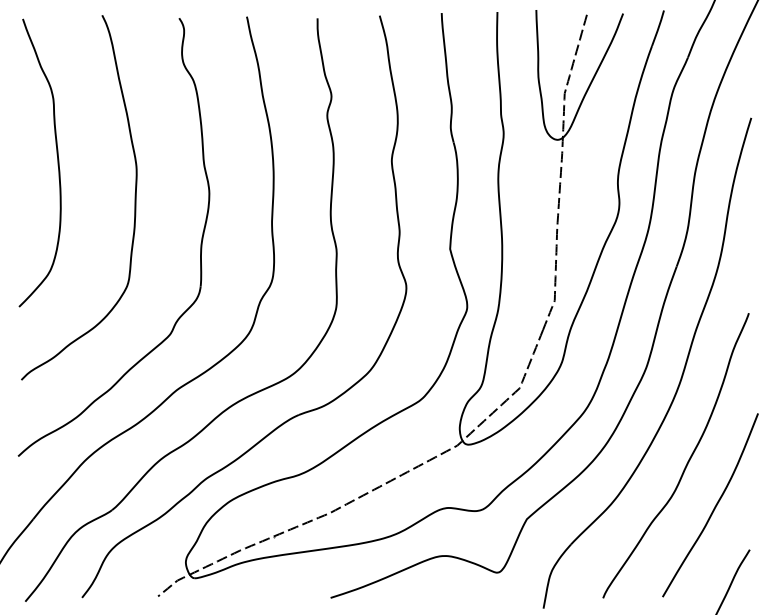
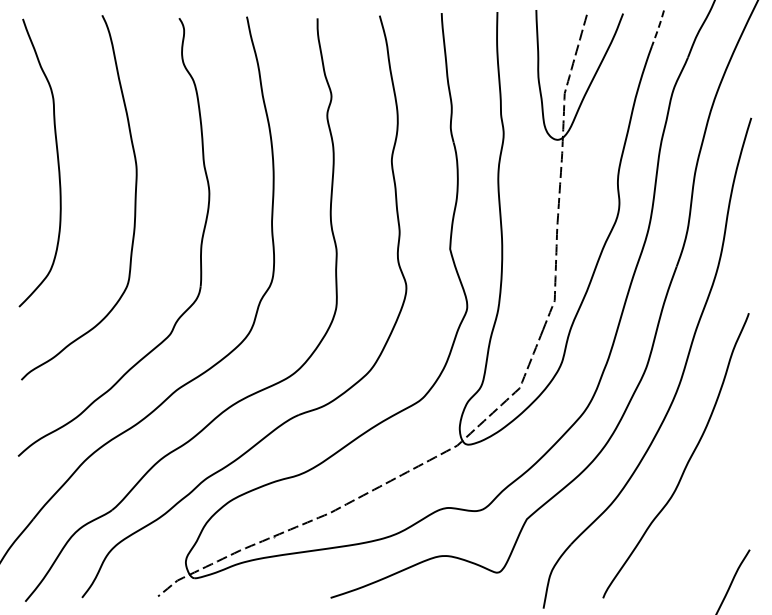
line at (658, 28): solid -> dashed
curve at (714, 506): present -> none
